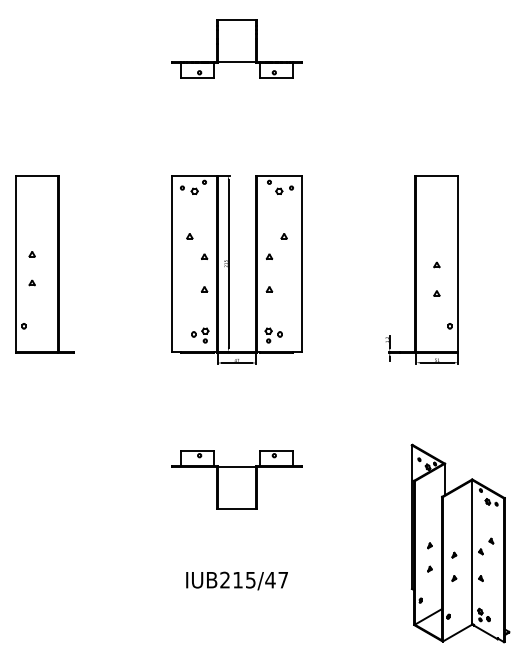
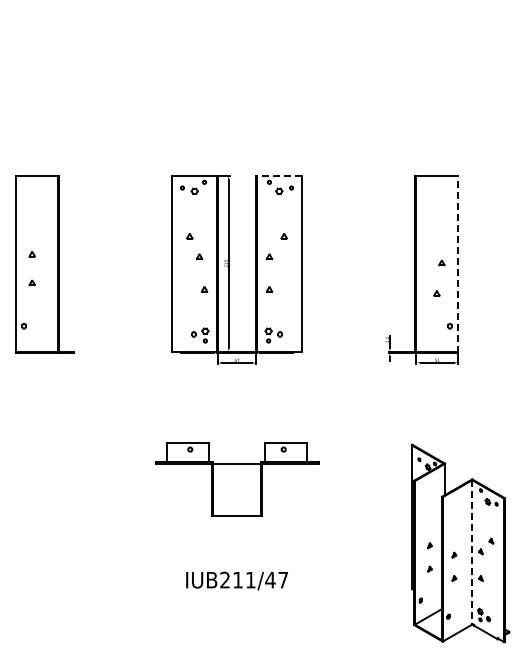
part at (236, 48): present -> none
line at (279, 175): solid -> dashed
part at (204, 256) position: (204, 256) -> (199, 256)
line at (458, 263): solid -> dashed
part at (436, 264) position: (436, 264) -> (441, 262)
part at (236, 479) size: 132x60 px -> 165x75 px
line at (472, 551): solid -> dashed
text at (250, 580): IUB215/47 -> IUB211/47
